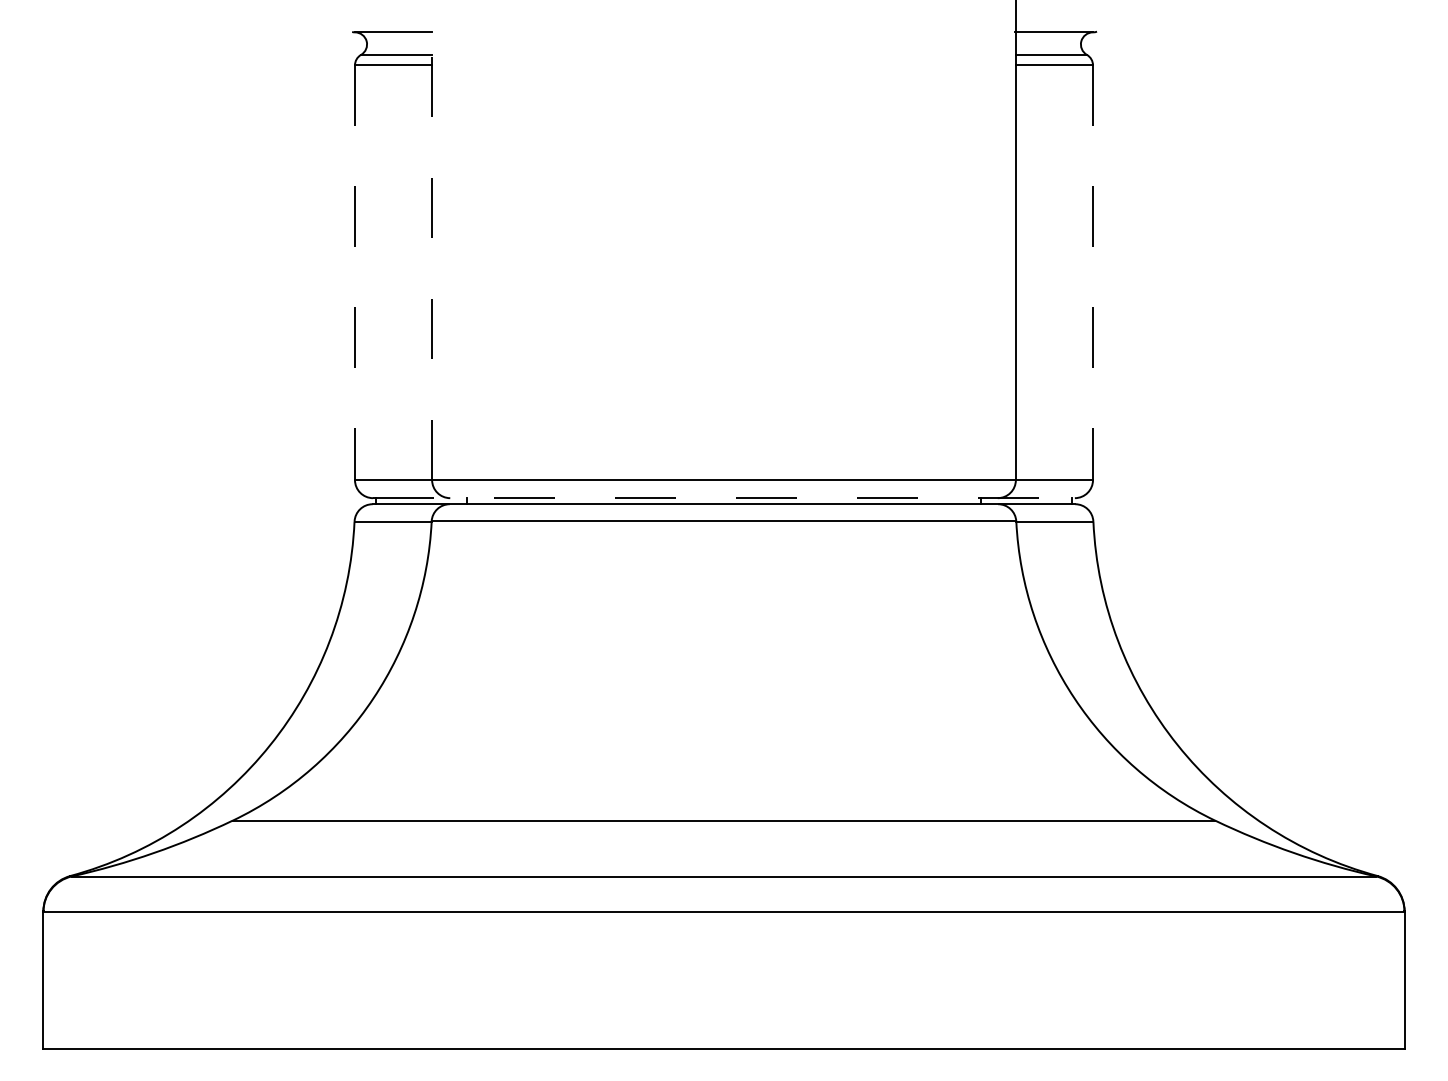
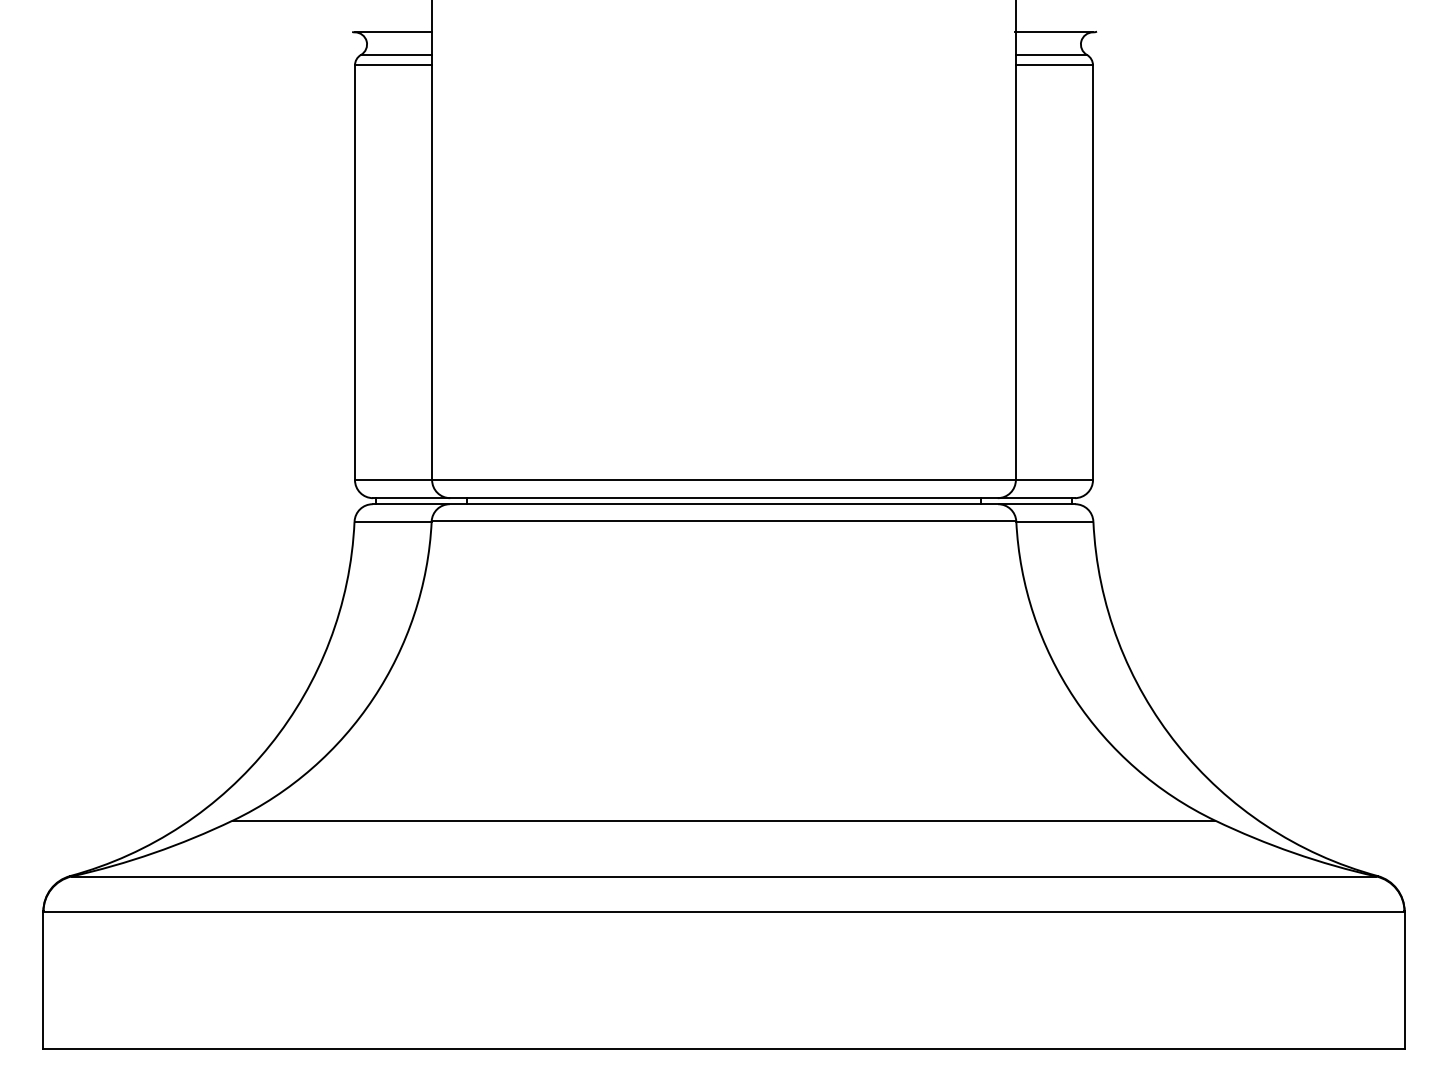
line at (432, 240): dashed -> solid
line at (354, 273): dashed -> solid
line at (1093, 273): dashed -> solid
line at (724, 498): dashed -> solid
